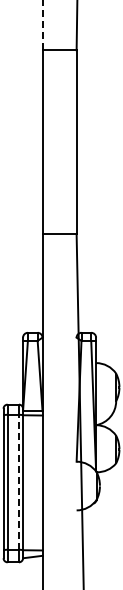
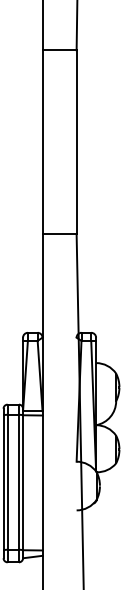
line at (42, 25): dashed -> solid
line at (18, 481): dashed -> solid
